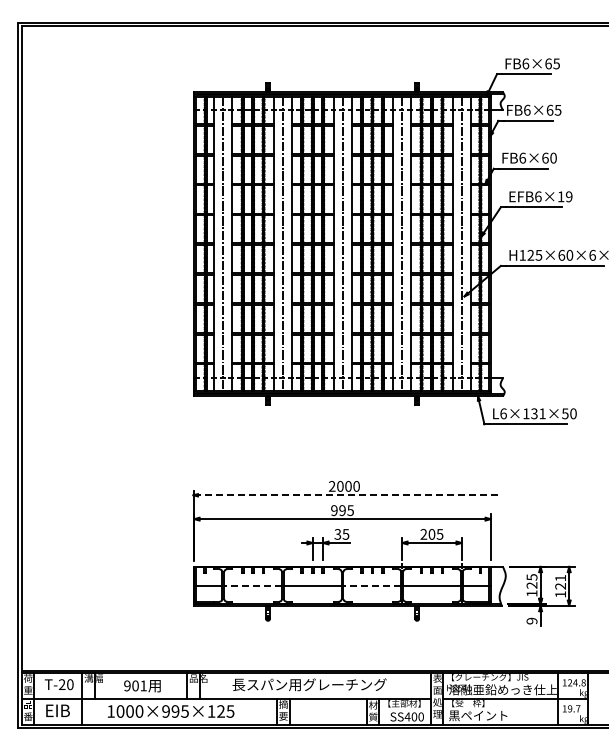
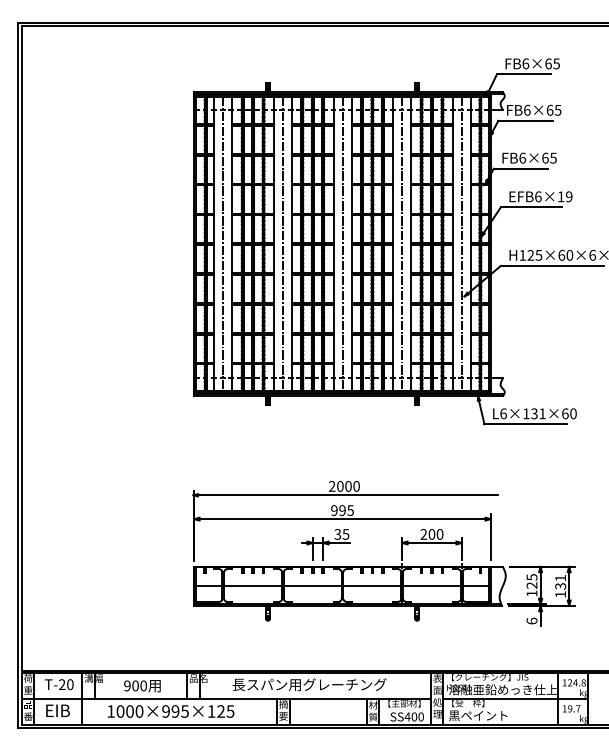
text at (553, 157): FB6×60 -> FB6×65
text at (565, 413): L6×131×50 -> L6×131×60
line at (347, 495): dashed -> solid
text at (439, 534): 205 -> 200
line at (253, 586): dashed -> solid
line at (372, 586): dashed -> solid
text at (561, 586): 121 -> 131
text at (531, 620): 9 -> 6
text at (143, 685): 901 -> 900
